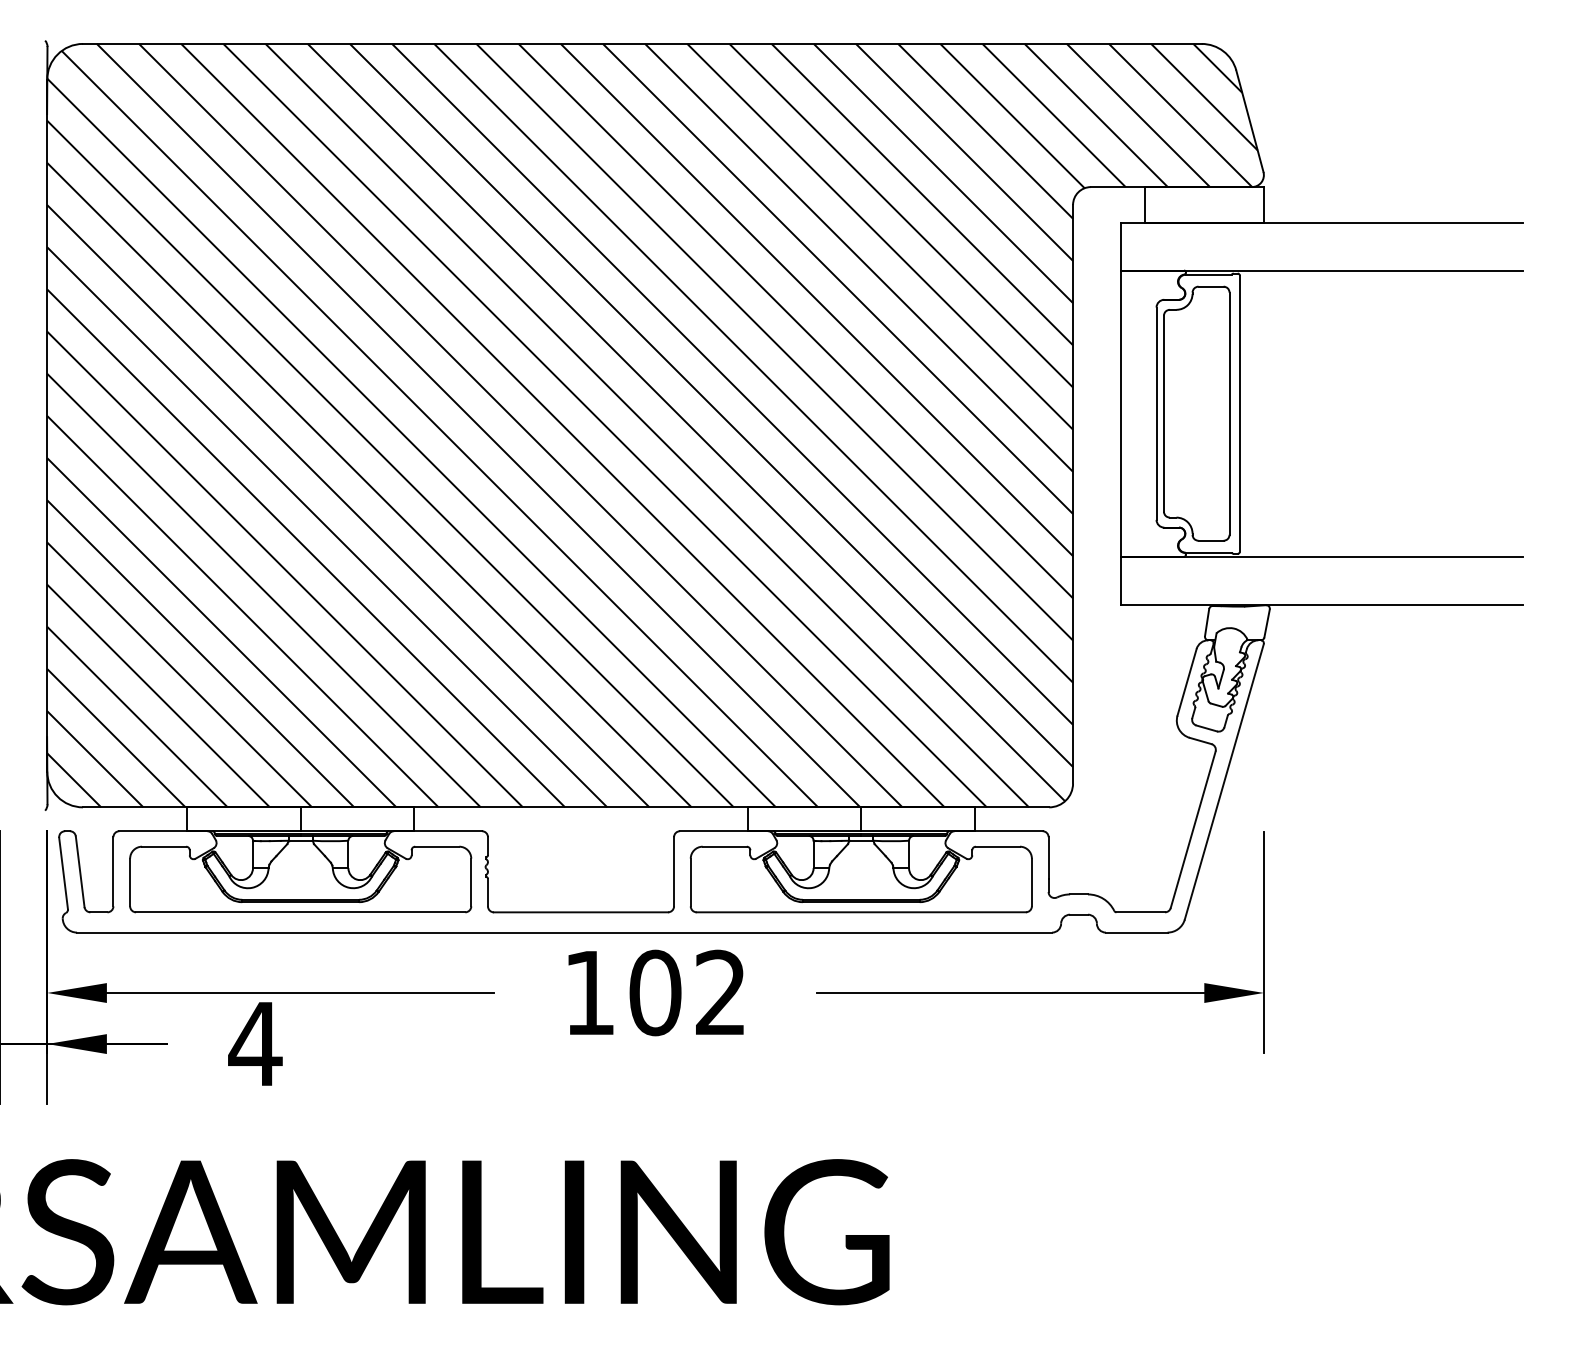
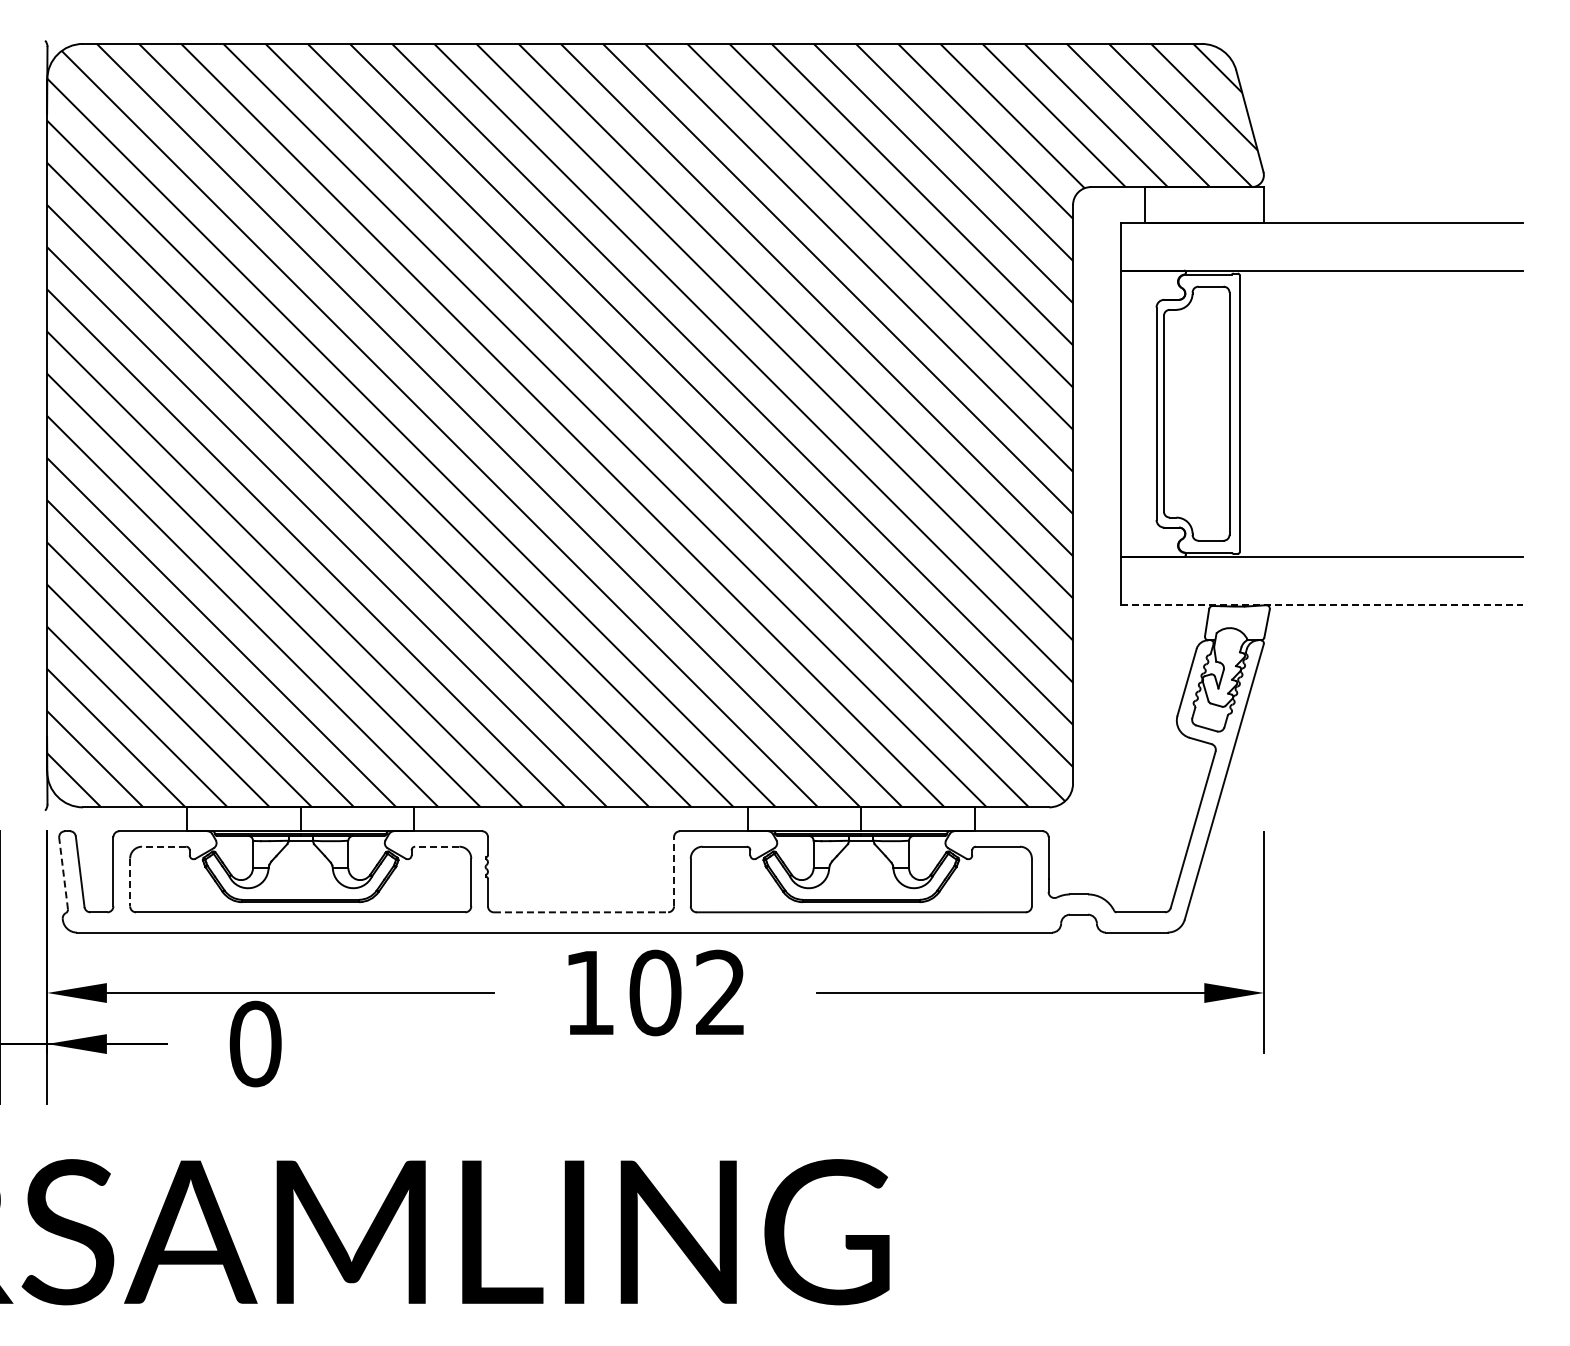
line at (1322, 604): solid -> dashed
line at (163, 846): solid -> dashed
line at (436, 846): solid -> dashed
line at (674, 871): solid -> dashed
line at (63, 873): solid -> dashed
line at (130, 882): solid -> dashed
line at (581, 912): solid -> dashed
text at (255, 1043): 4 -> 0
